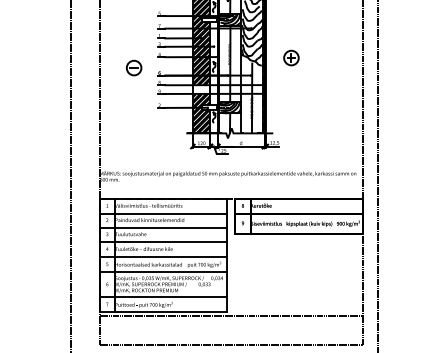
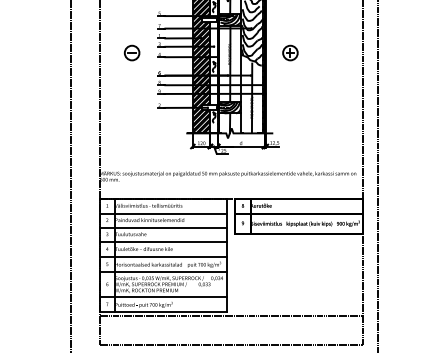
part at (291, 57) position: (291, 57) -> (290, 52)
part at (134, 67) position: (134, 67) -> (132, 52)
hatch at (201, 89): none -> present
